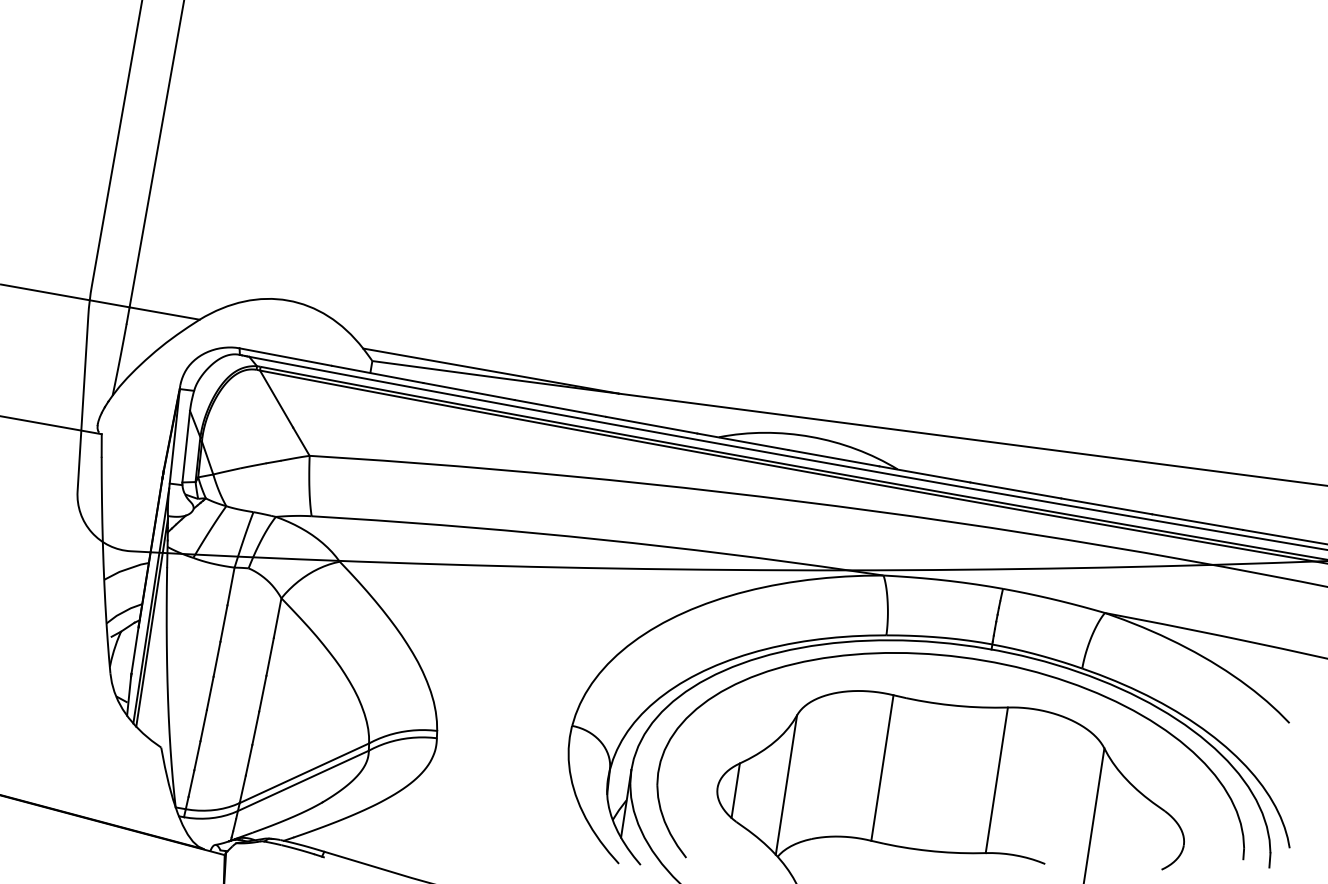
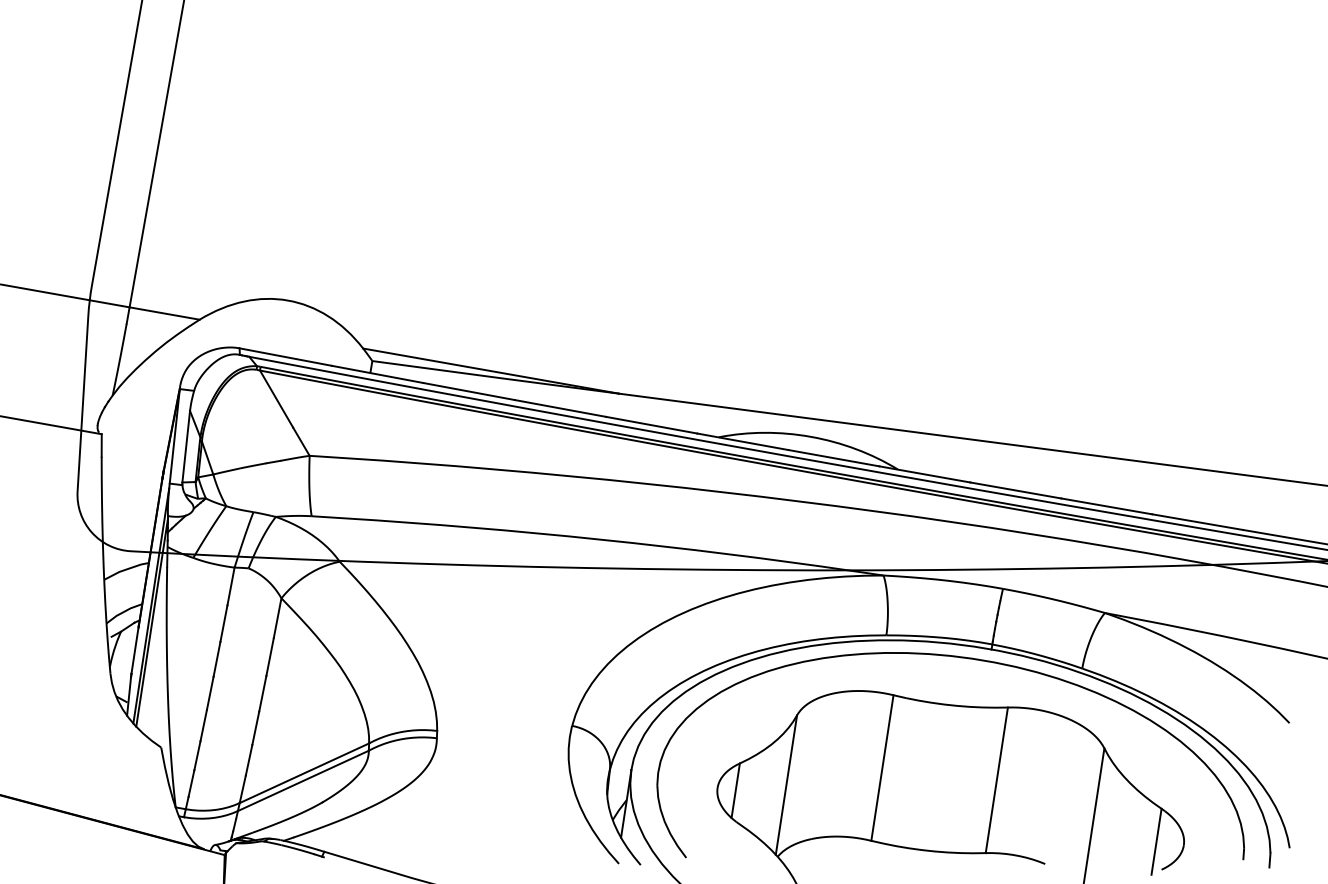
line at (1156, 841): none -> present
